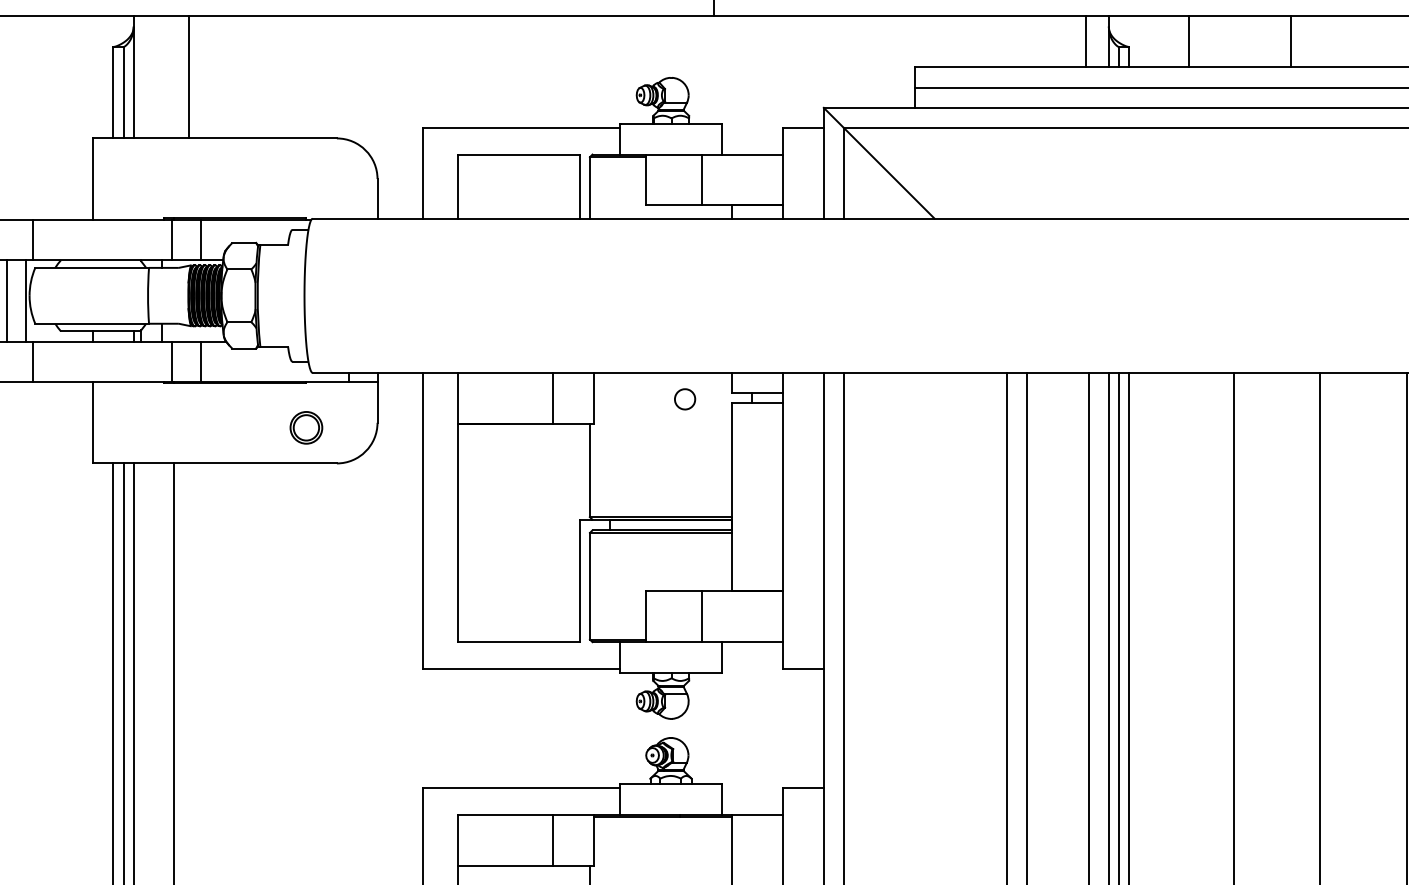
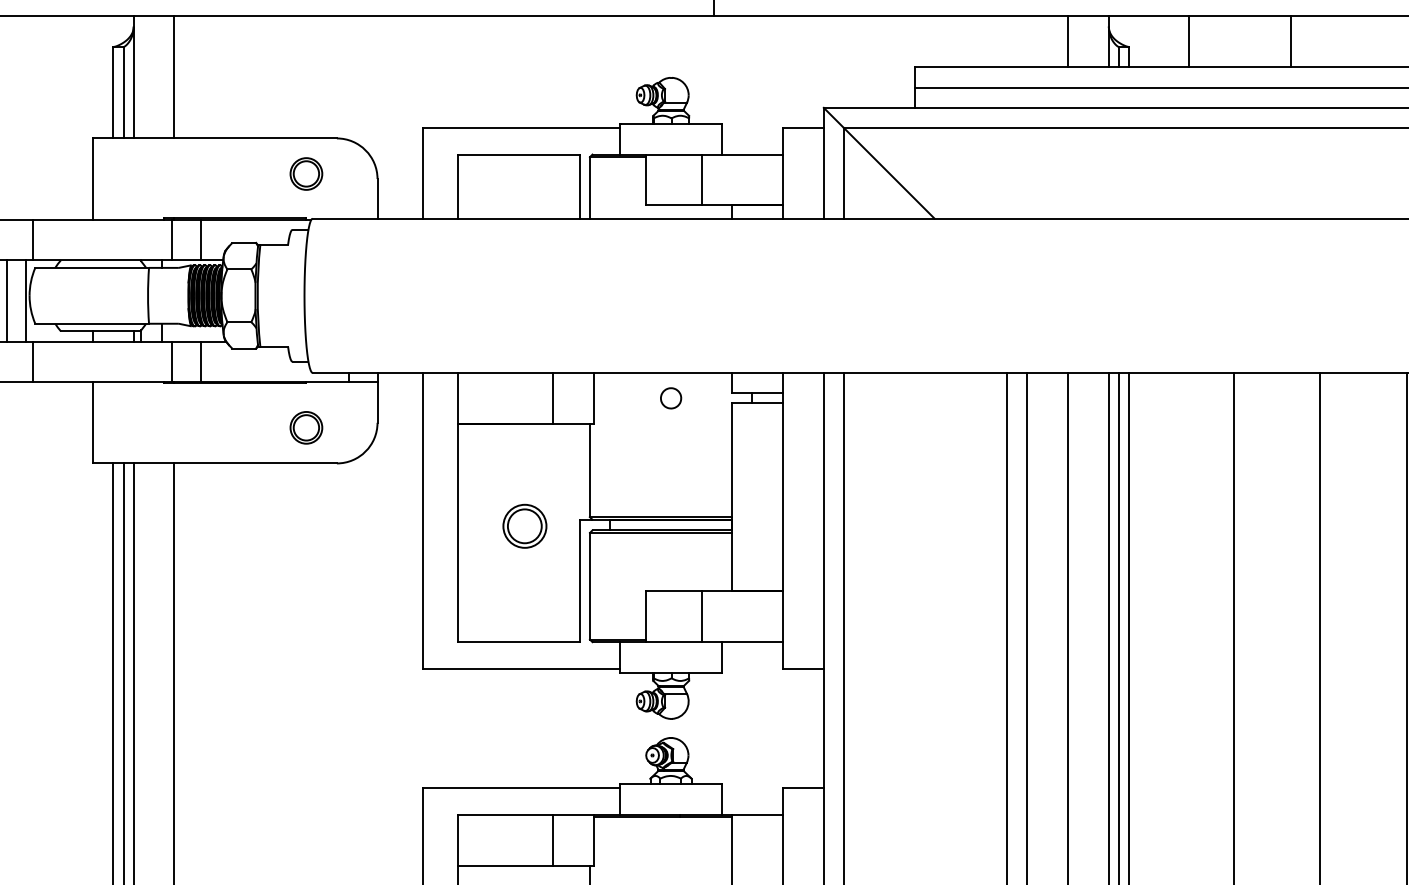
line at (1086, 41) position: (1086, 41) -> (1068, 41)
line at (189, 77) position: (189, 77) -> (174, 77)
part at (306, 173): none -> present
part at (685, 399) position: (685, 399) -> (671, 398)
part at (524, 525): none -> present
line at (1089, 627) position: (1089, 627) -> (1068, 627)
